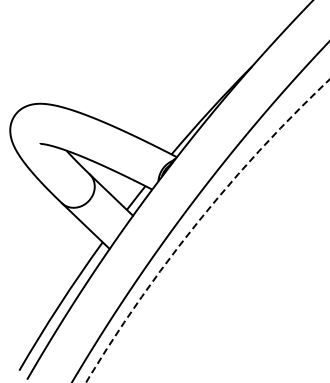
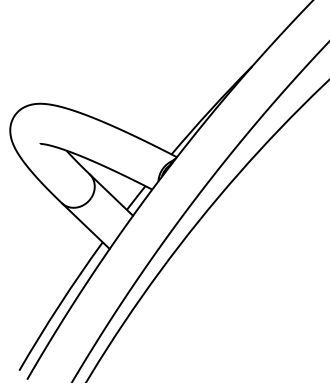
arc at (198, 221): dashed -> solid
